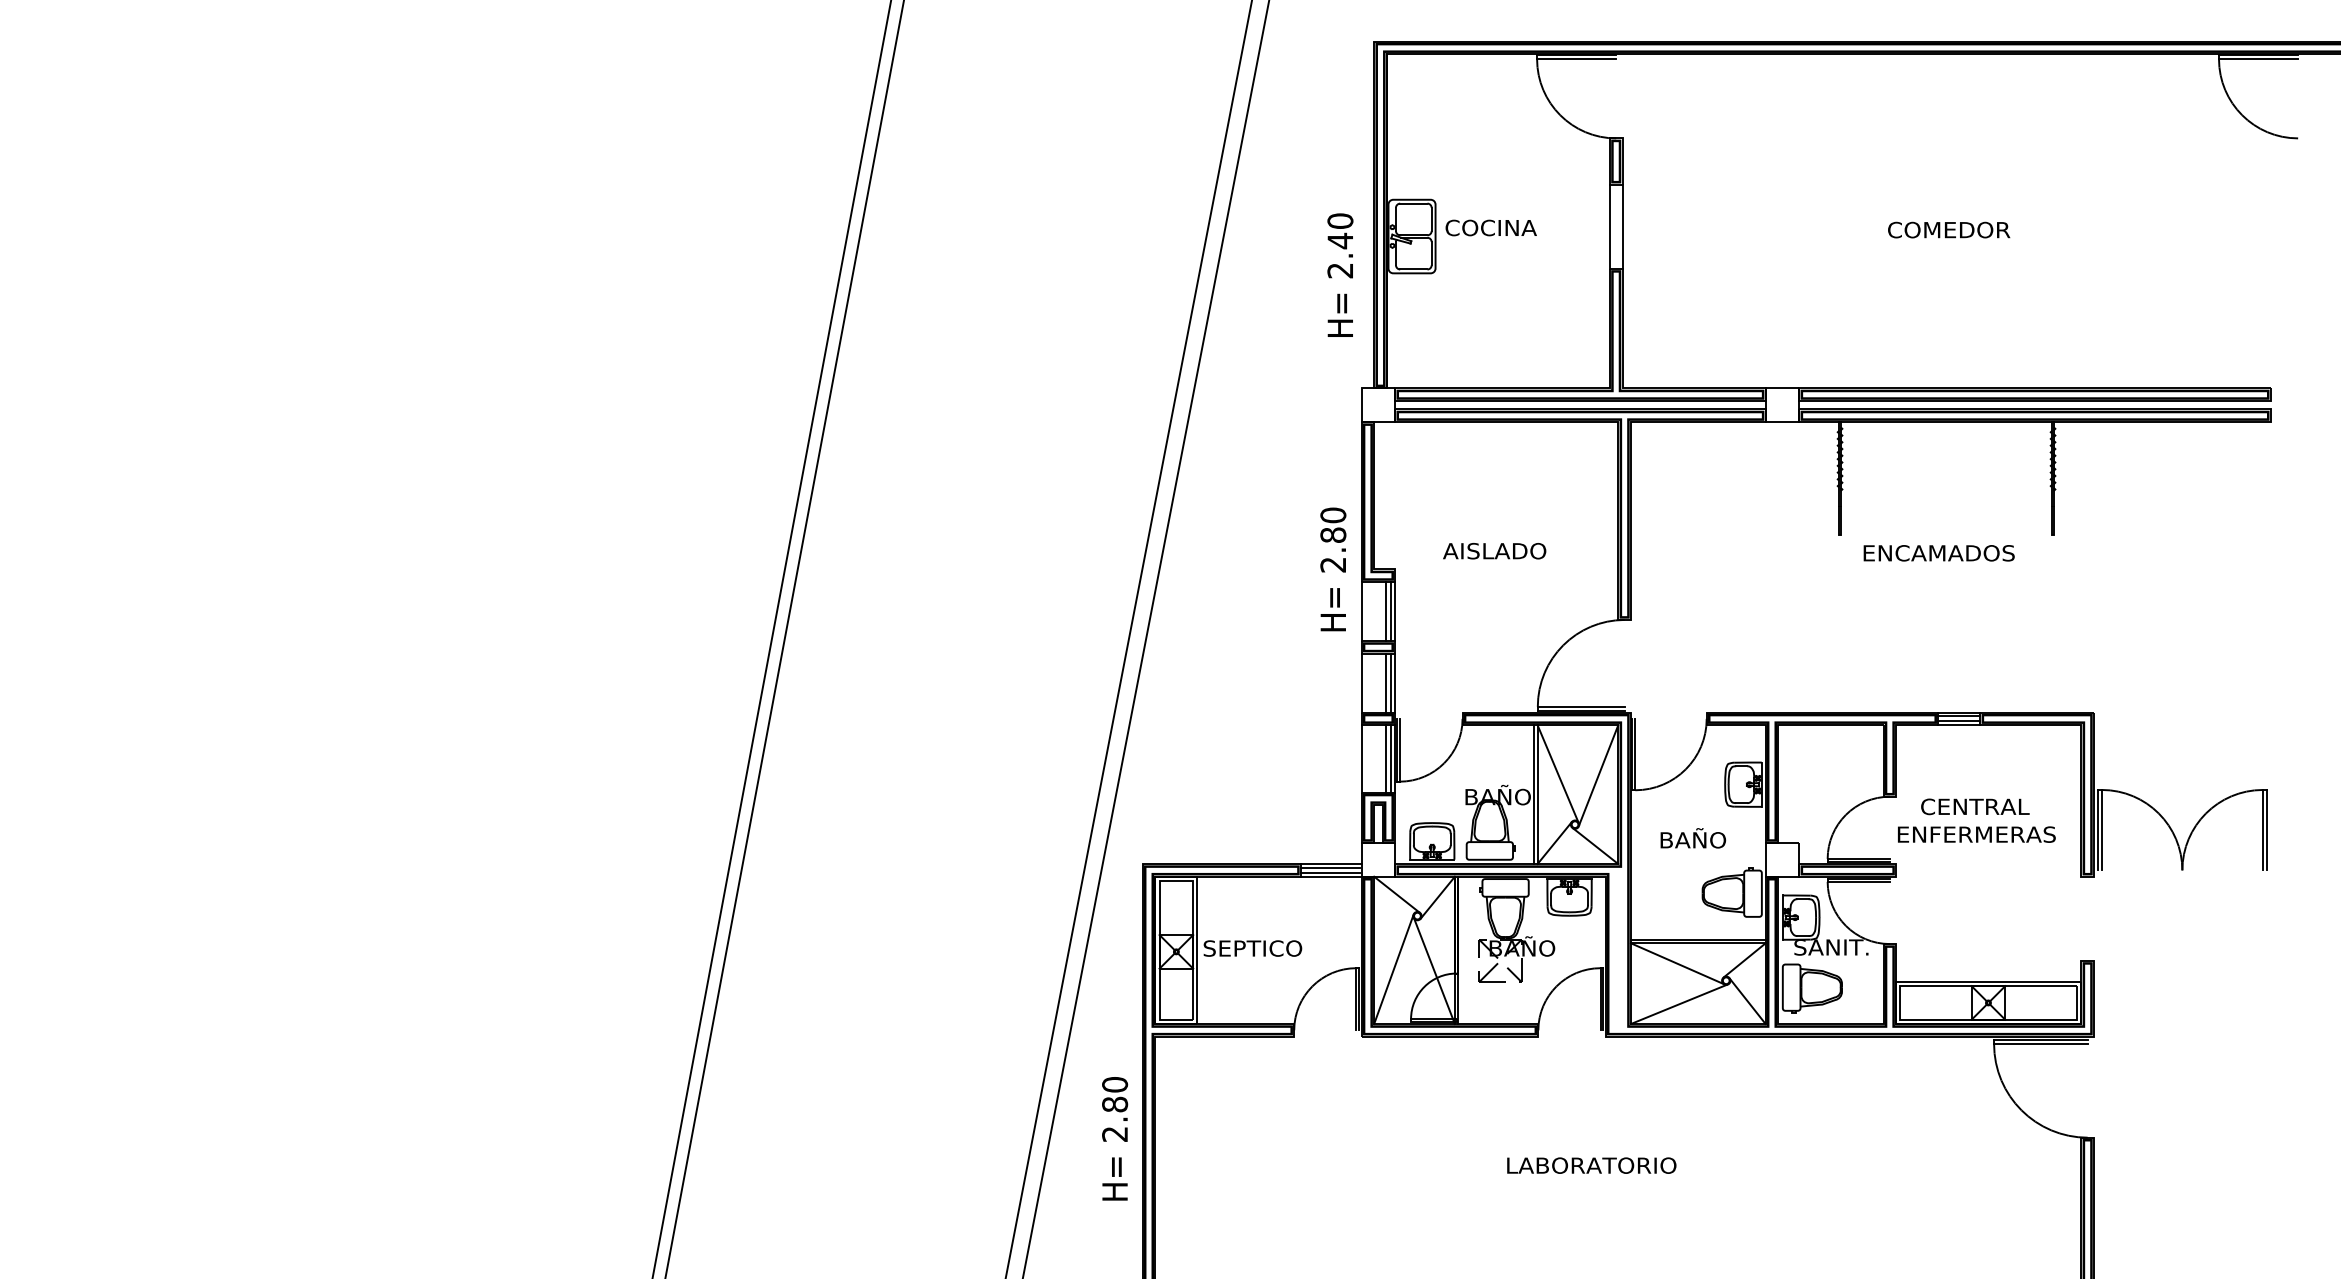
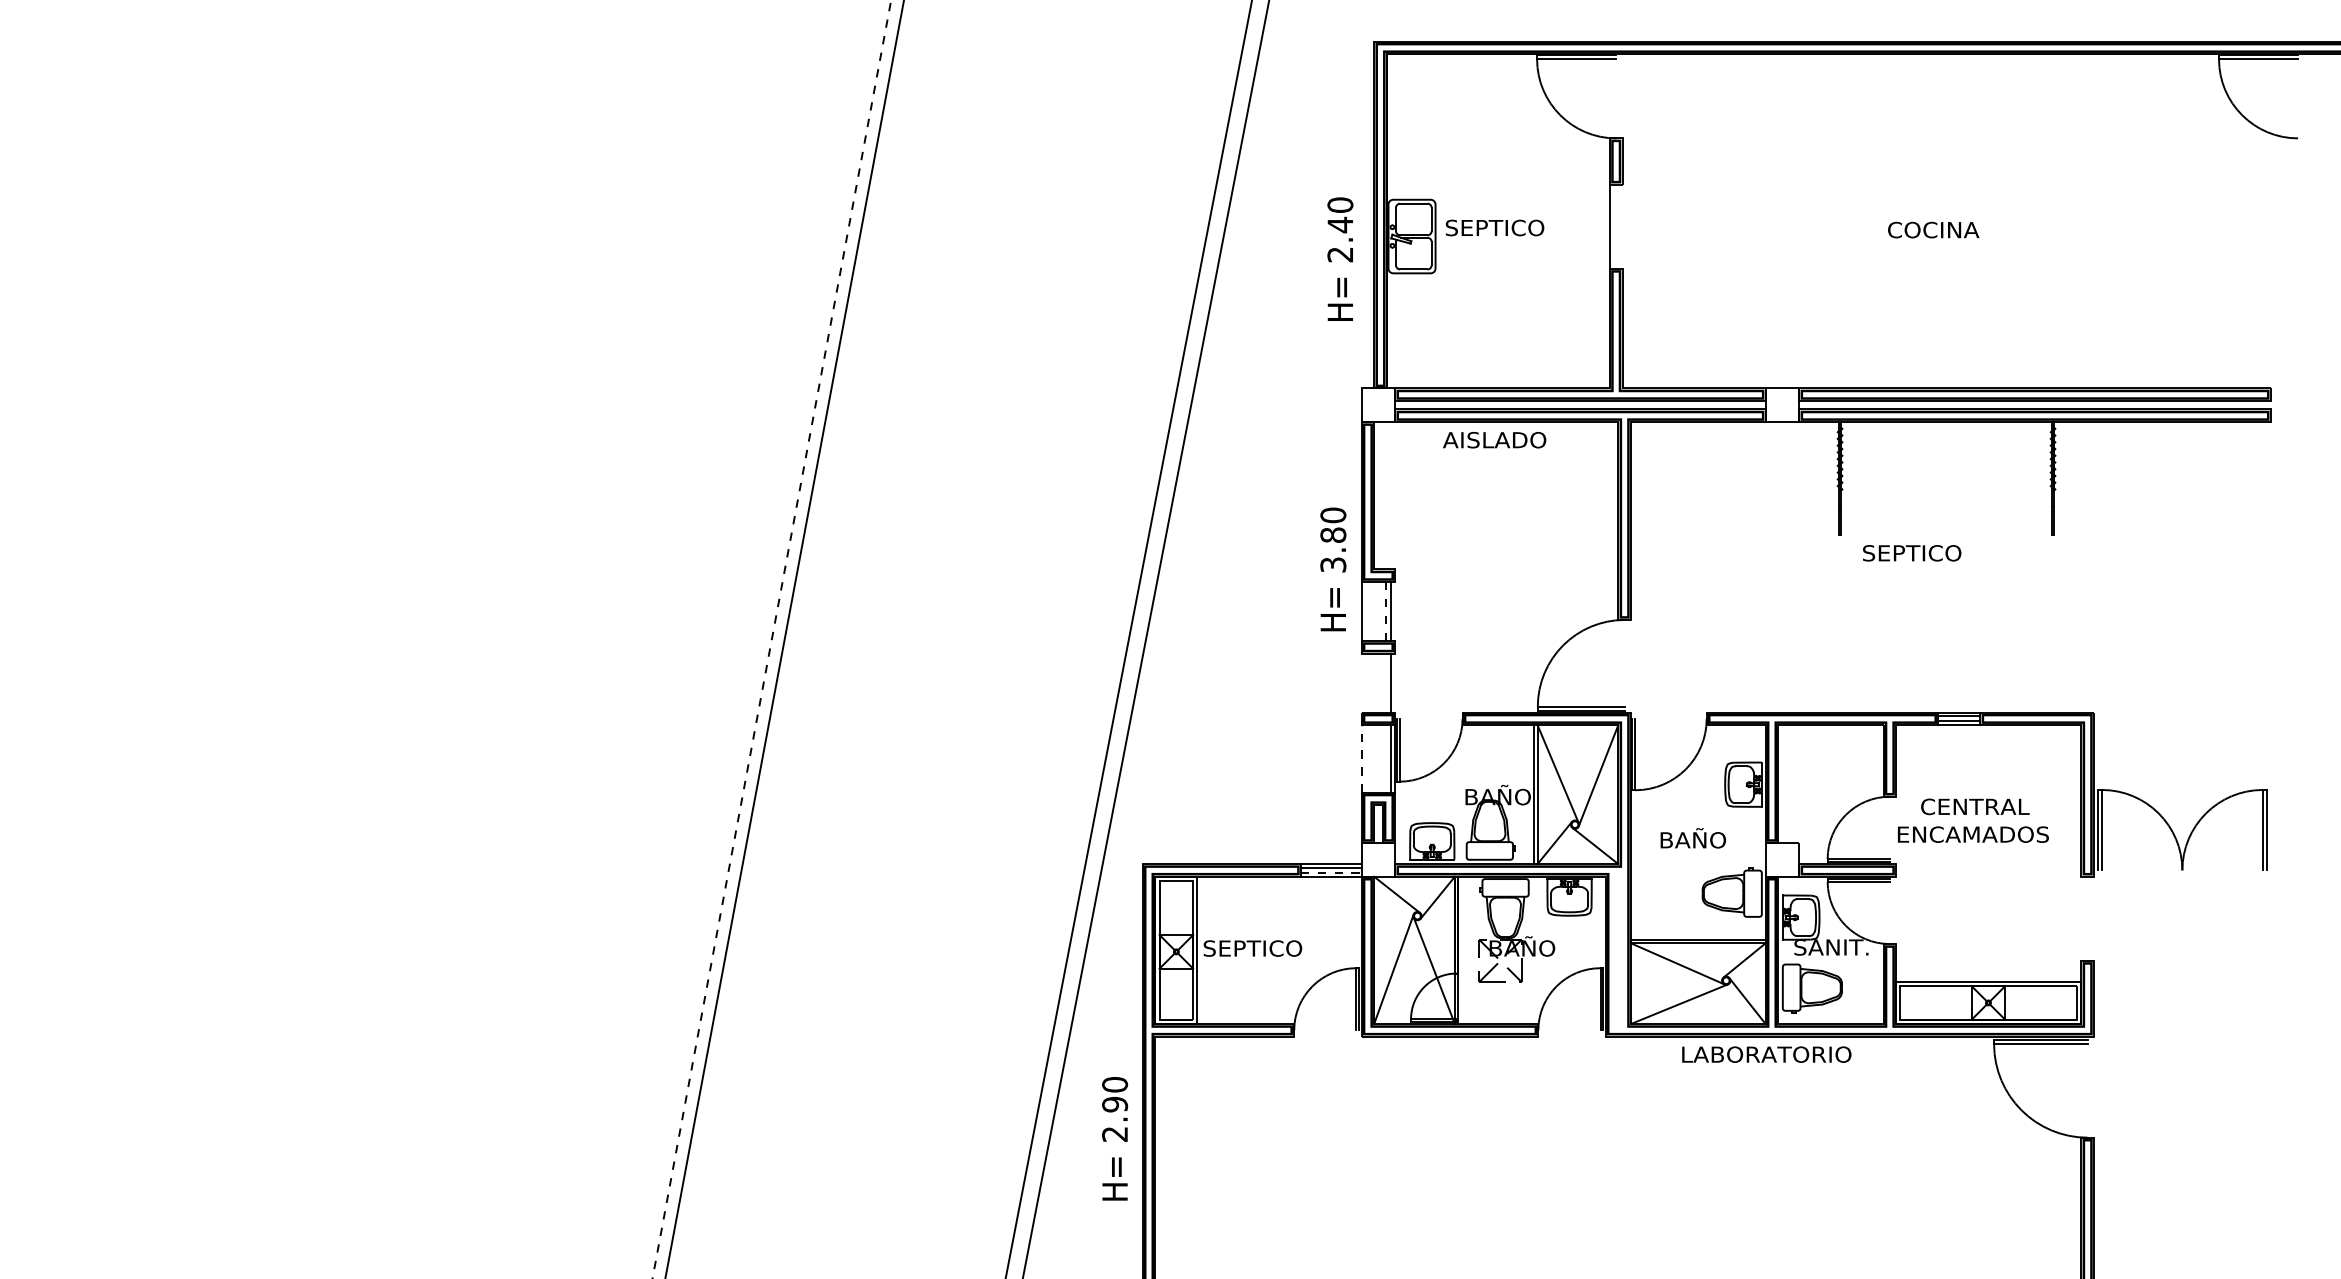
line at (1622, 226): present -> none
text at (1494, 227): COCINA -> SEPTICO
text at (1966, 229): COMEDOR -> COCINA
text at (1340, 274) position: (1340, 274) -> (1340, 258)
text at (1494, 551) position: (1494, 551) -> (1494, 440)
text at (1938, 553): ENCAMADOS -> SEPTICO
text at (1333, 564): 2.80 -> 3.80
line at (1395, 611): present -> none
line at (1386, 612): solid -> dashed
line at (771, 639): solid -> dashed
line at (1361, 682): present -> none
line at (1386, 682): present -> none
line at (1395, 682): present -> none
line at (1361, 758): solid -> dashed
line at (1386, 758): present -> none
text at (1992, 834): ENFERMERAS -> ENCAMADOS
line at (1330, 872): solid -> dashed
text at (1115, 1104): 2.80 -> 2.90
text at (1591, 1165) position: (1591, 1165) -> (1766, 1054)
